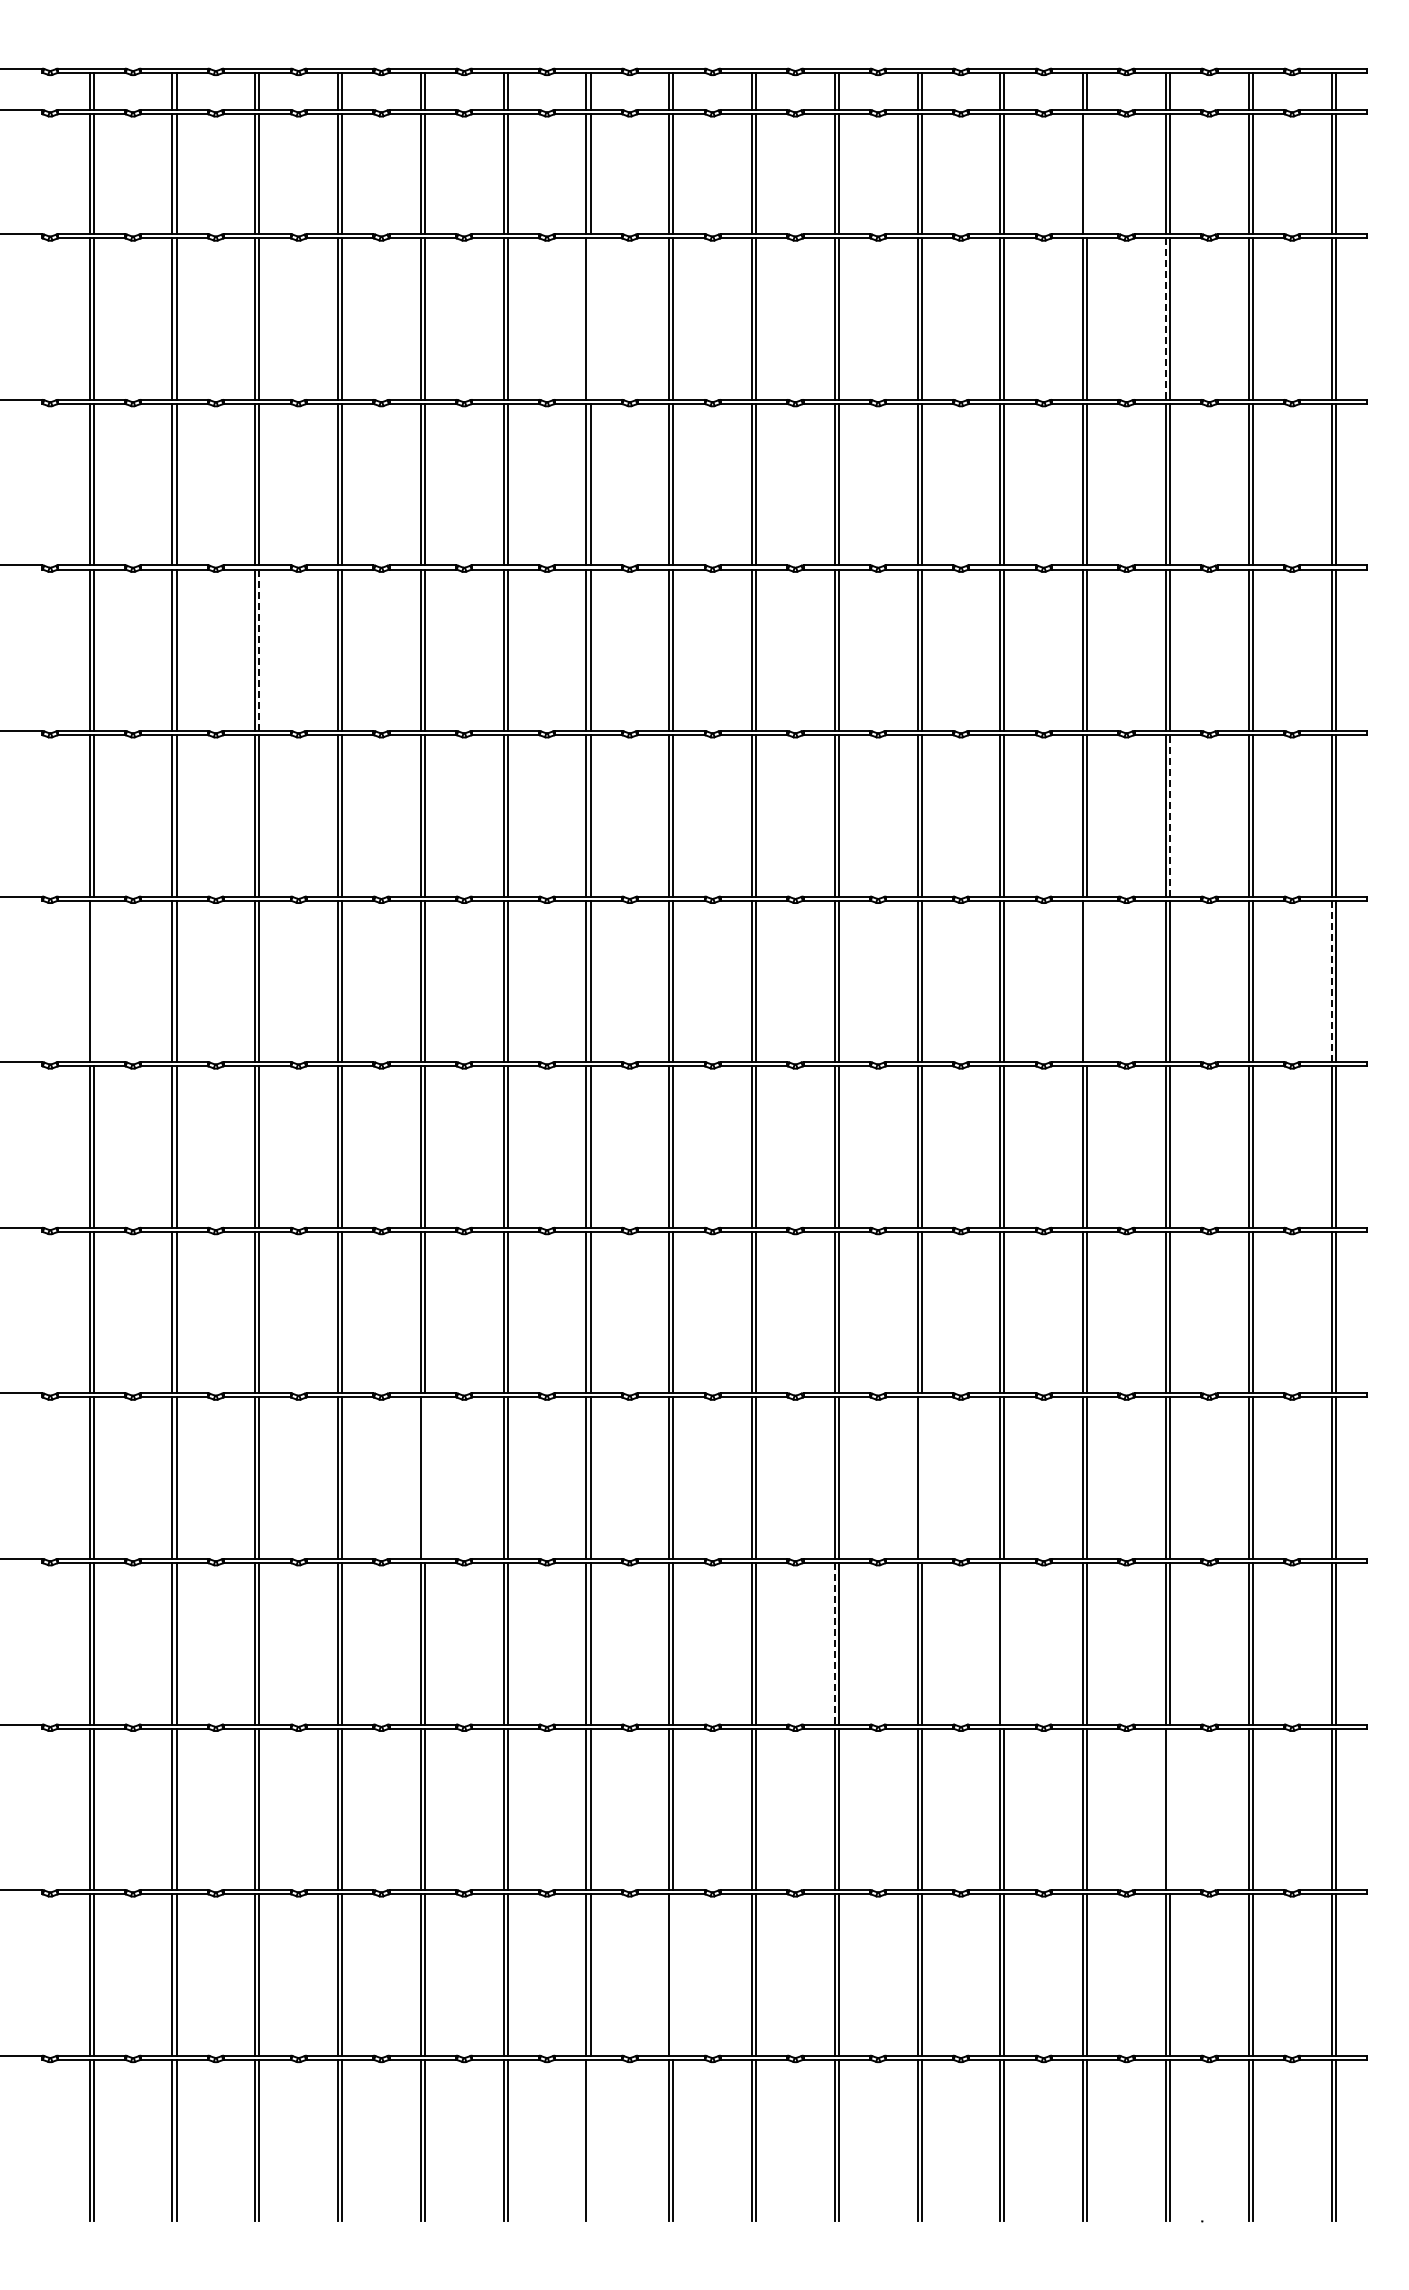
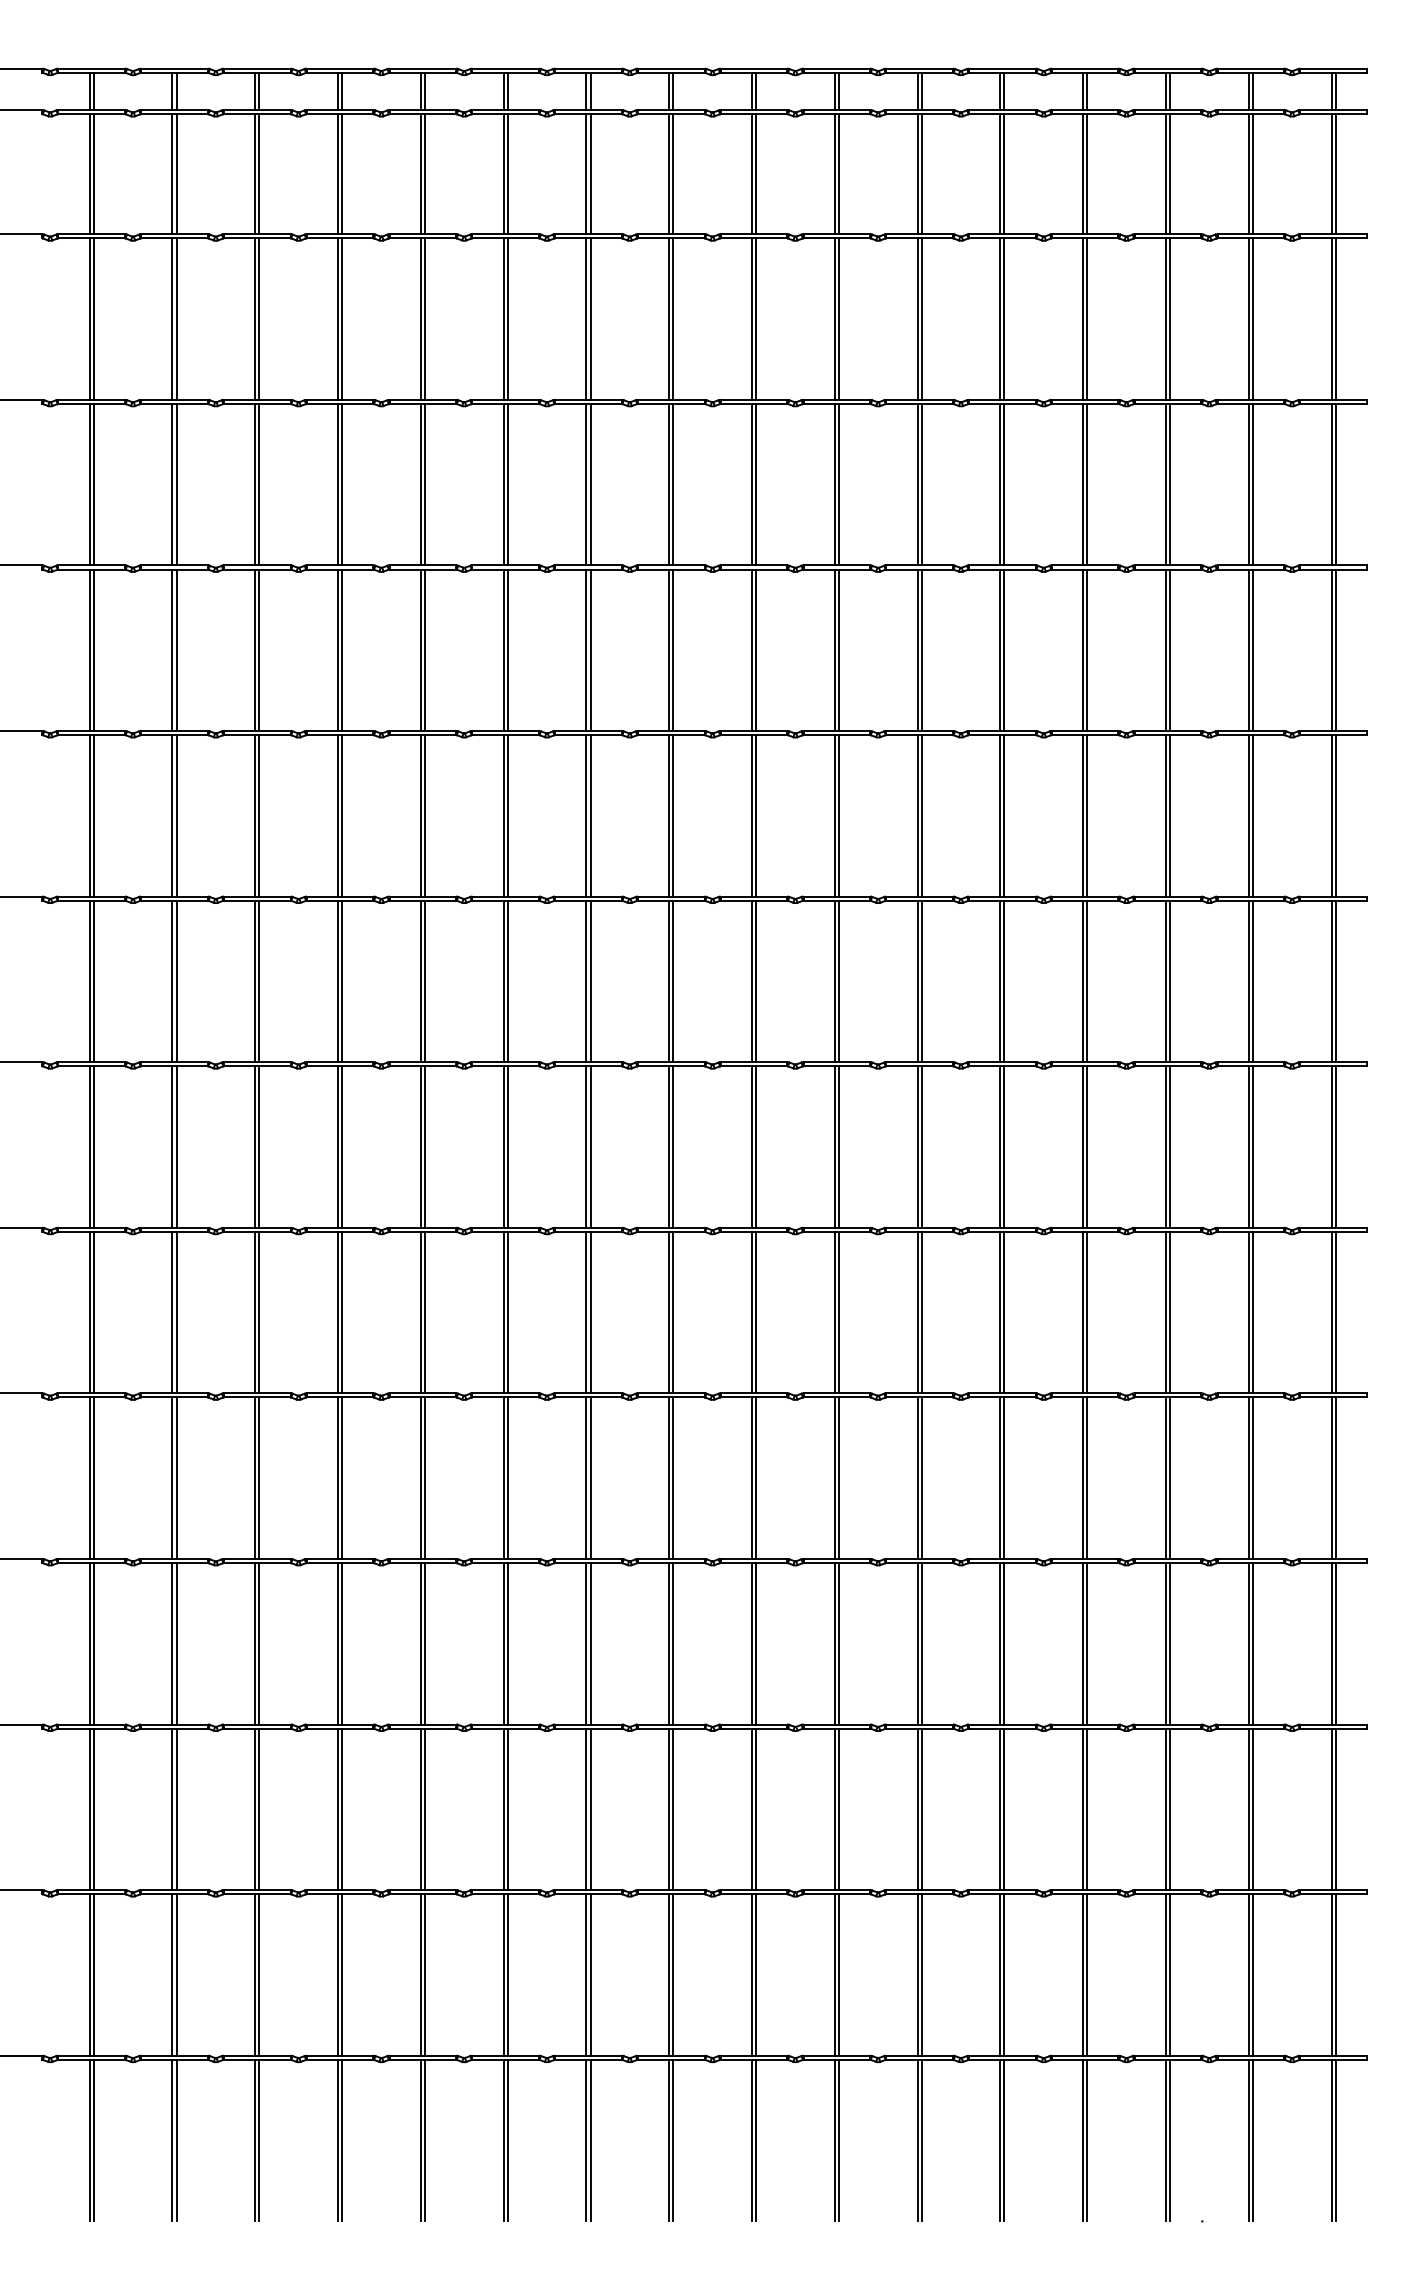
line at (1087, 174): none -> present
line at (590, 318): none -> present
line at (1165, 319): dashed -> solid
line at (259, 650): dashed -> solid
line at (1170, 815): dashed -> solid
line at (93, 981): none -> present
line at (1087, 981): none -> present
line at (1331, 981): dashed -> solid
line at (424, 1477): none -> present
line at (921, 1477): none -> present
line at (834, 1643): dashed -> solid
line at (1004, 1643): none -> present
line at (1170, 1809): none -> present
line at (673, 1974): none -> present
line at (590, 2140): none -> present
